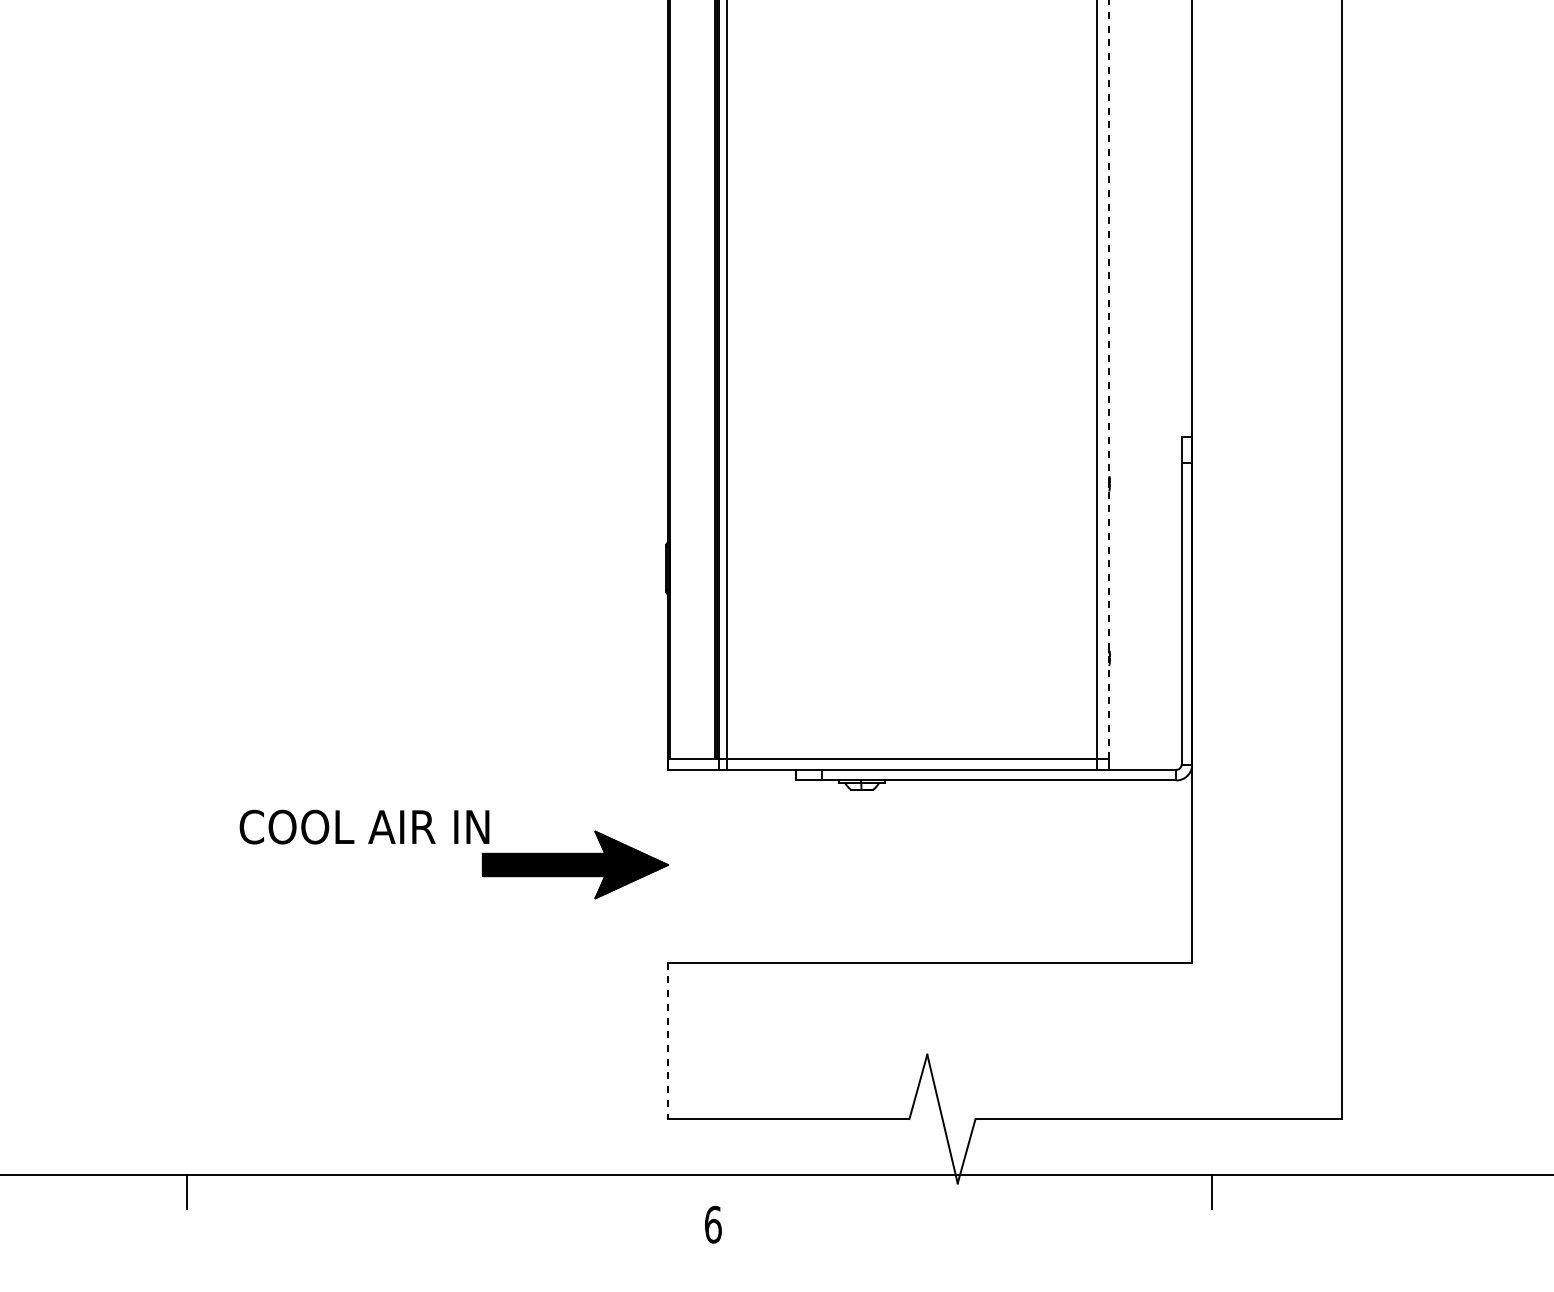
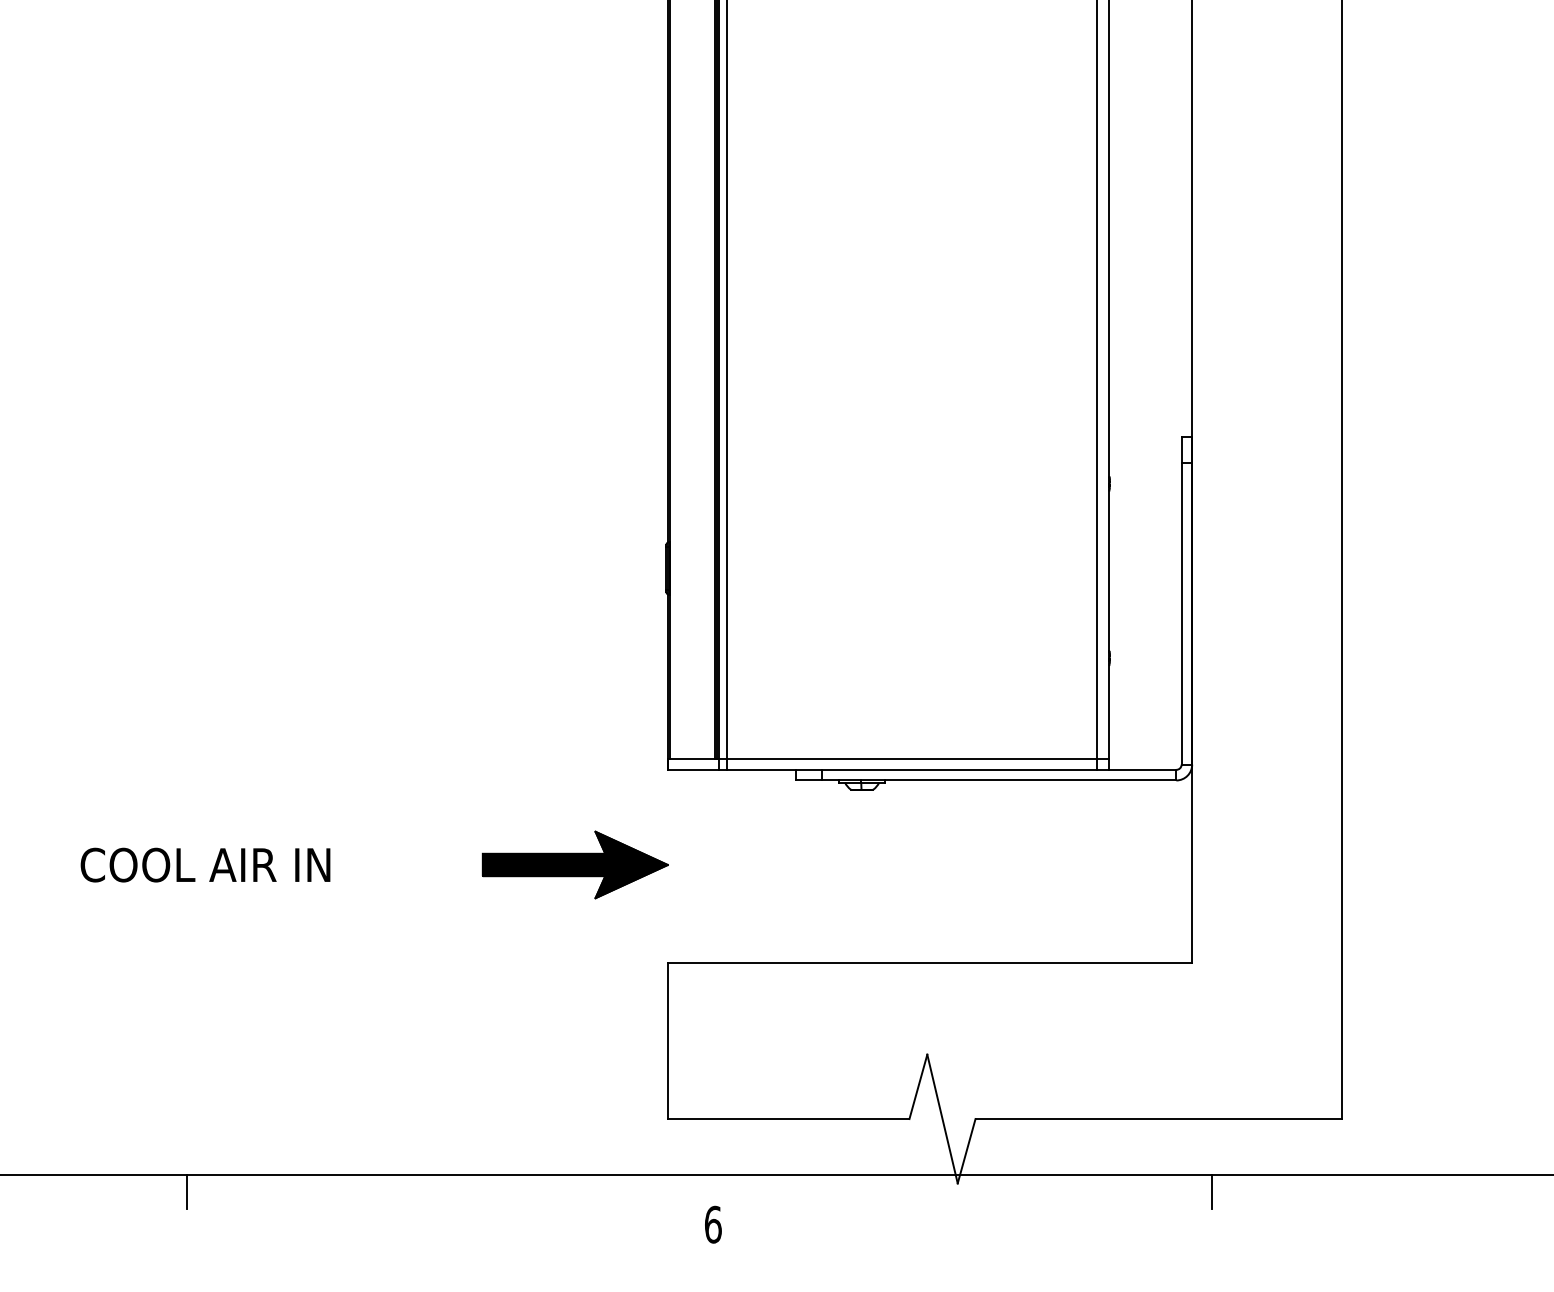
line at (1109, 379): dashed -> solid
text at (364, 826) position: (364, 826) -> (205, 864)
line at (667, 1041): dashed -> solid
